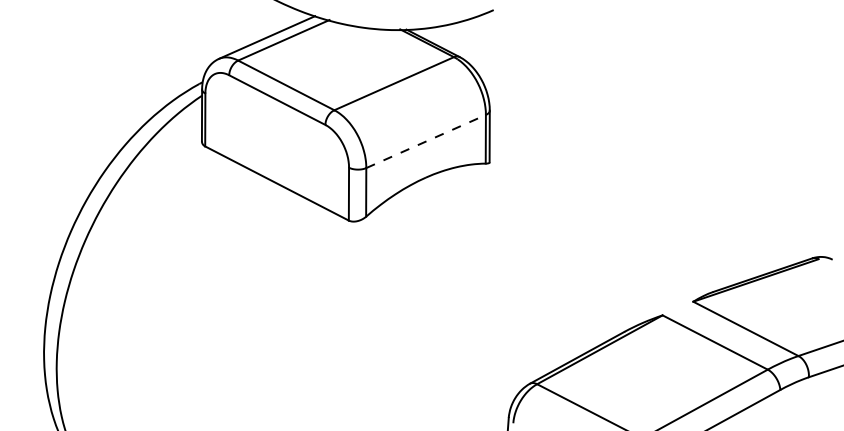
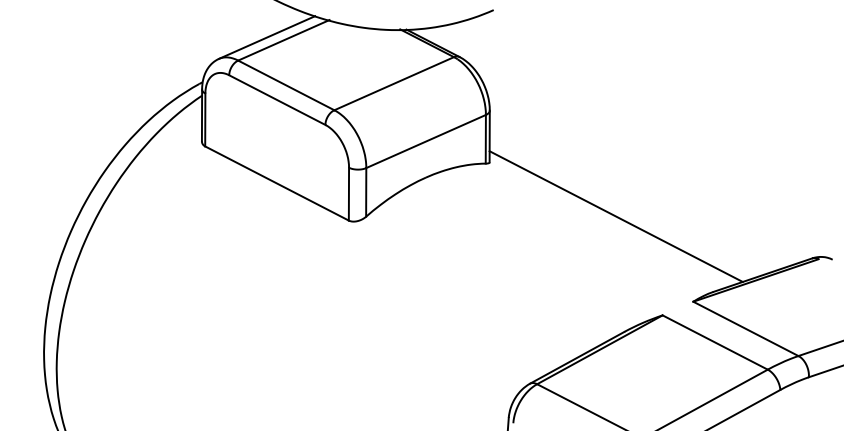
line at (426, 141): dashed -> solid
line at (615, 216): none -> present
